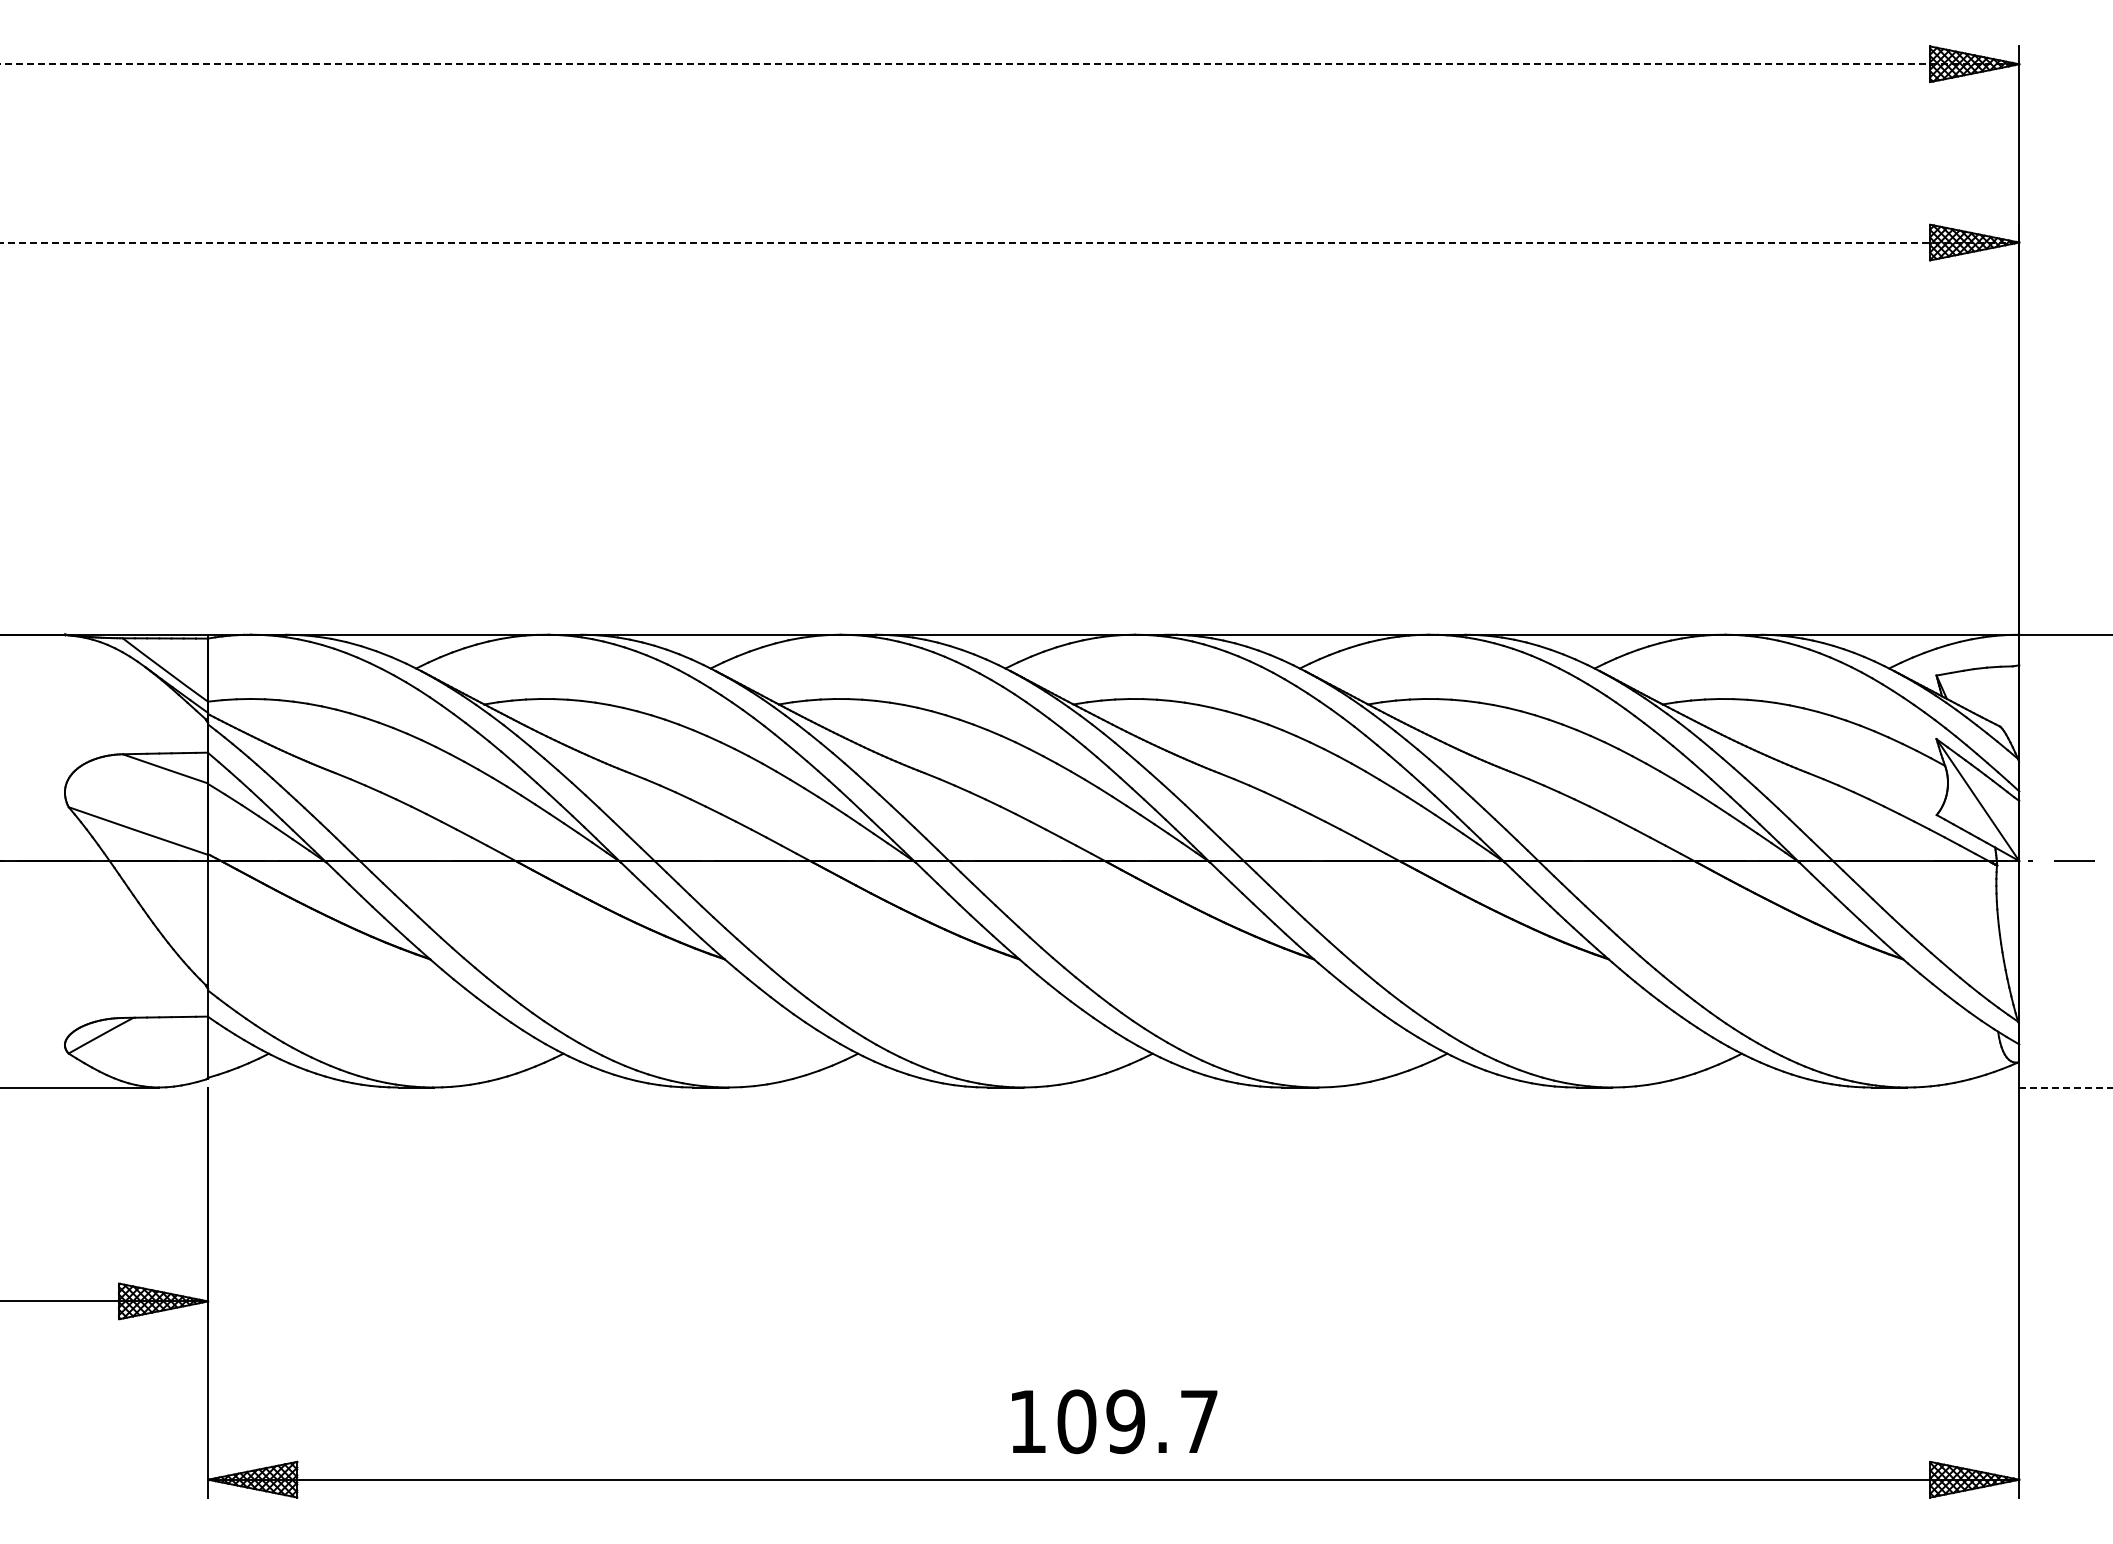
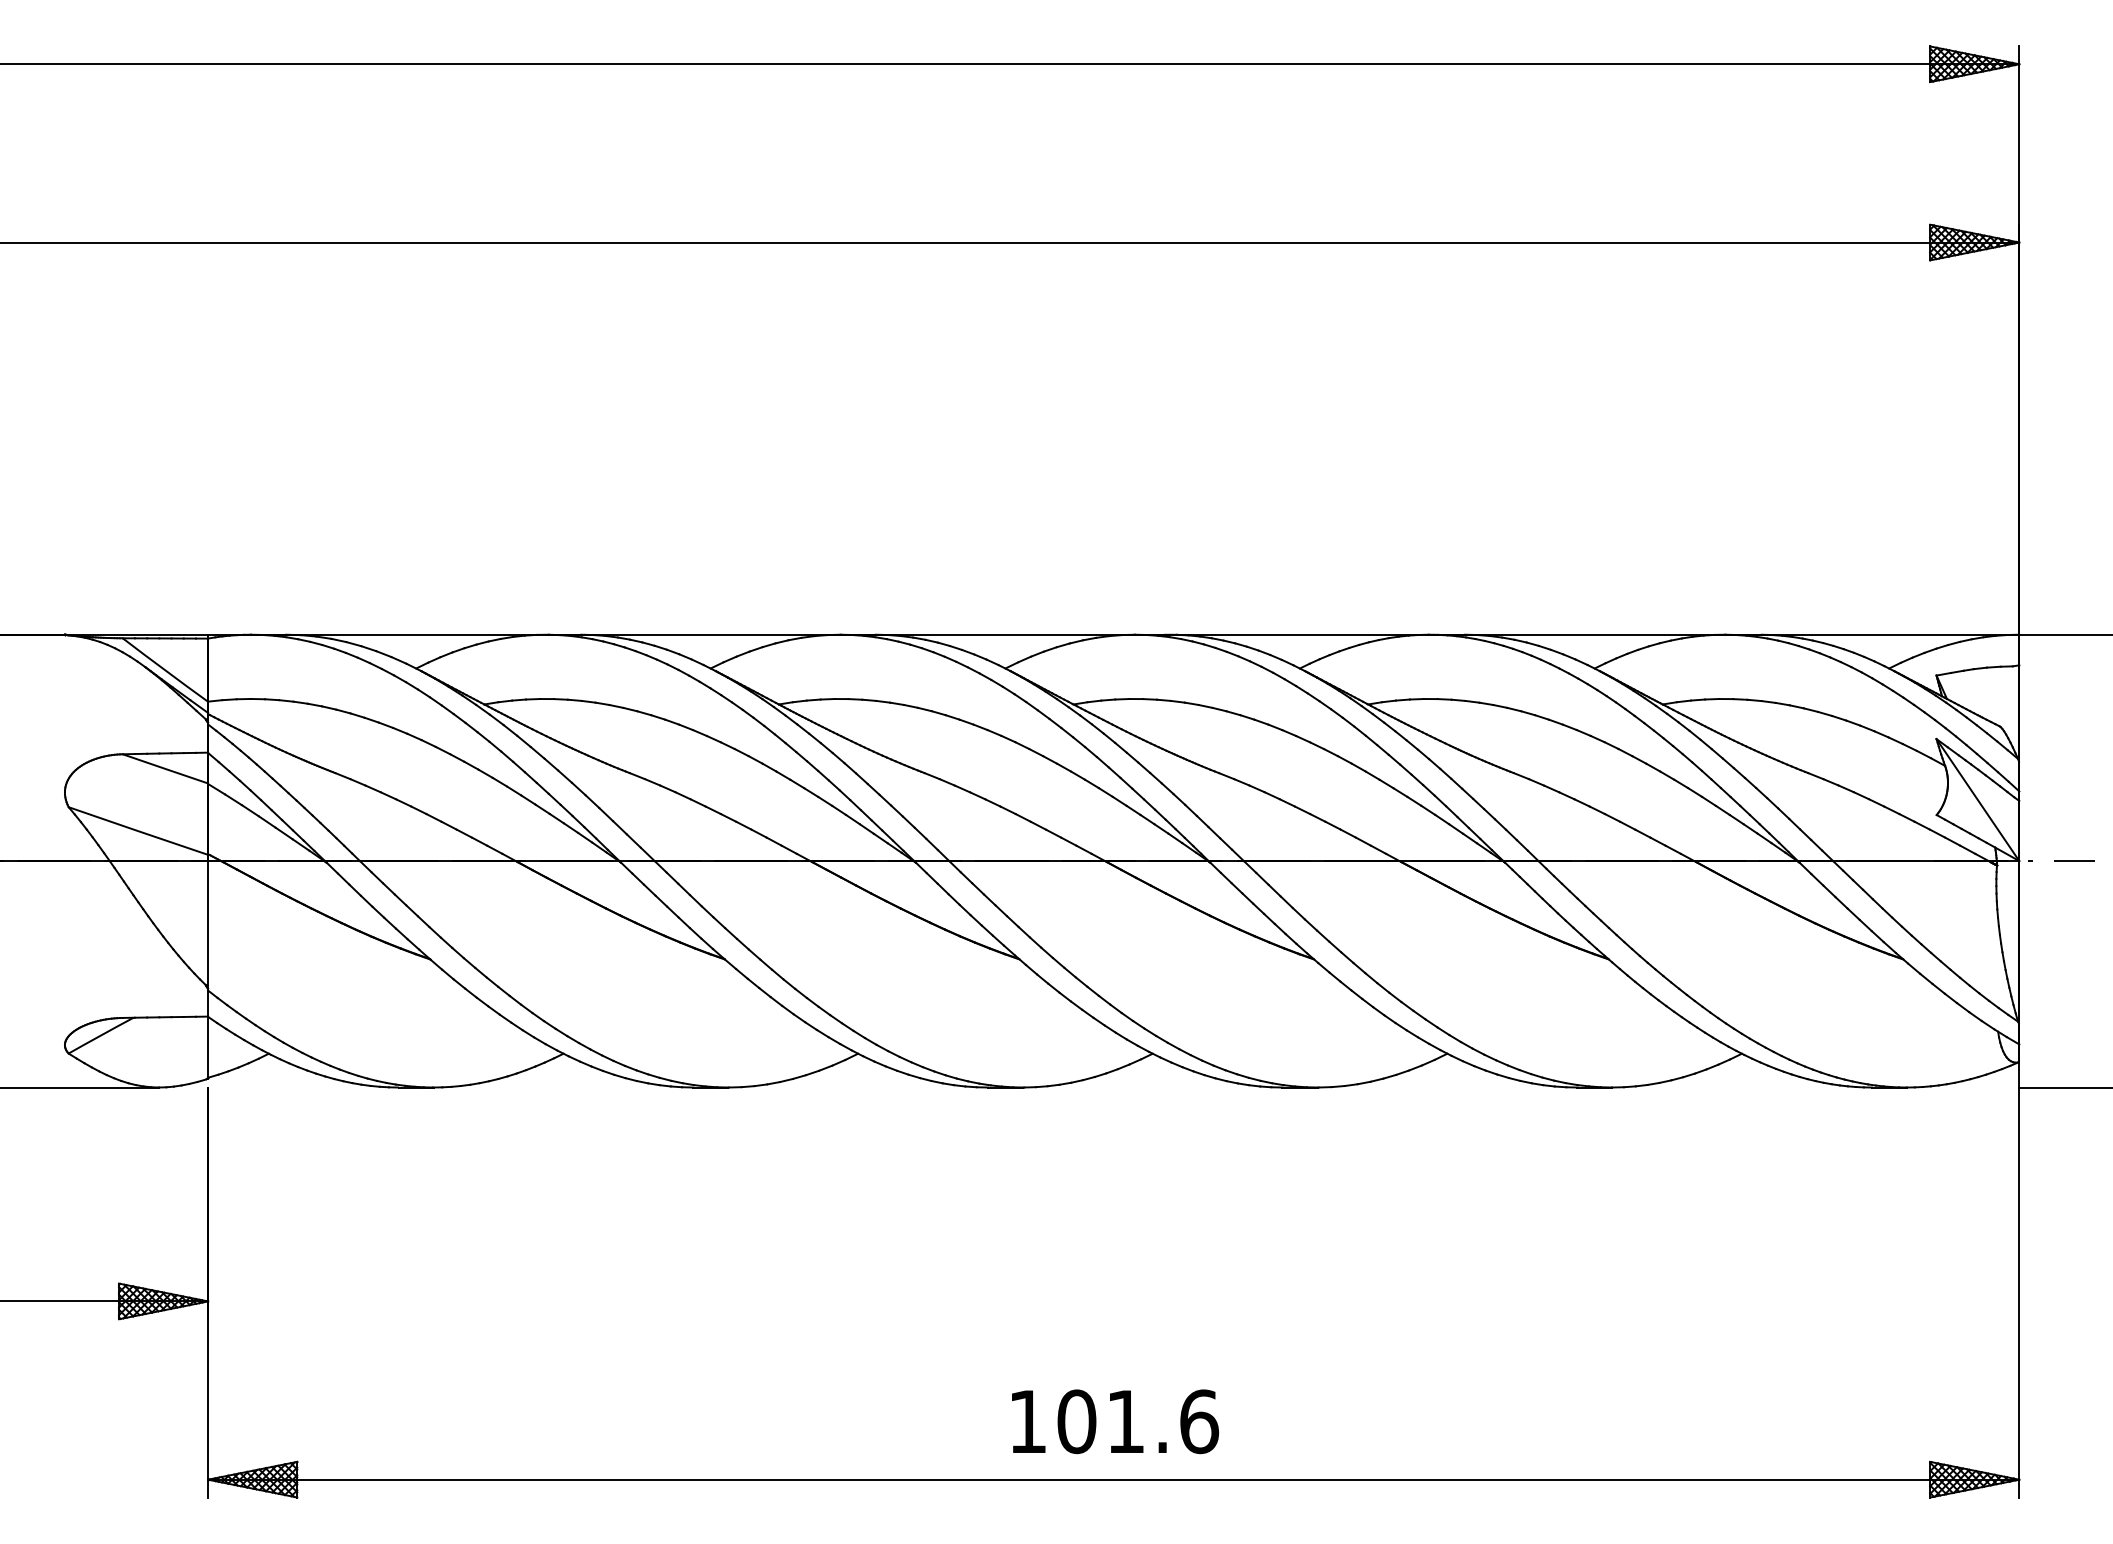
line at (1010, 64): dashed -> solid
line at (1010, 242): dashed -> solid
line at (2066, 1087): dashed -> solid
text at (1162, 1421): 109.7 -> 101.6
